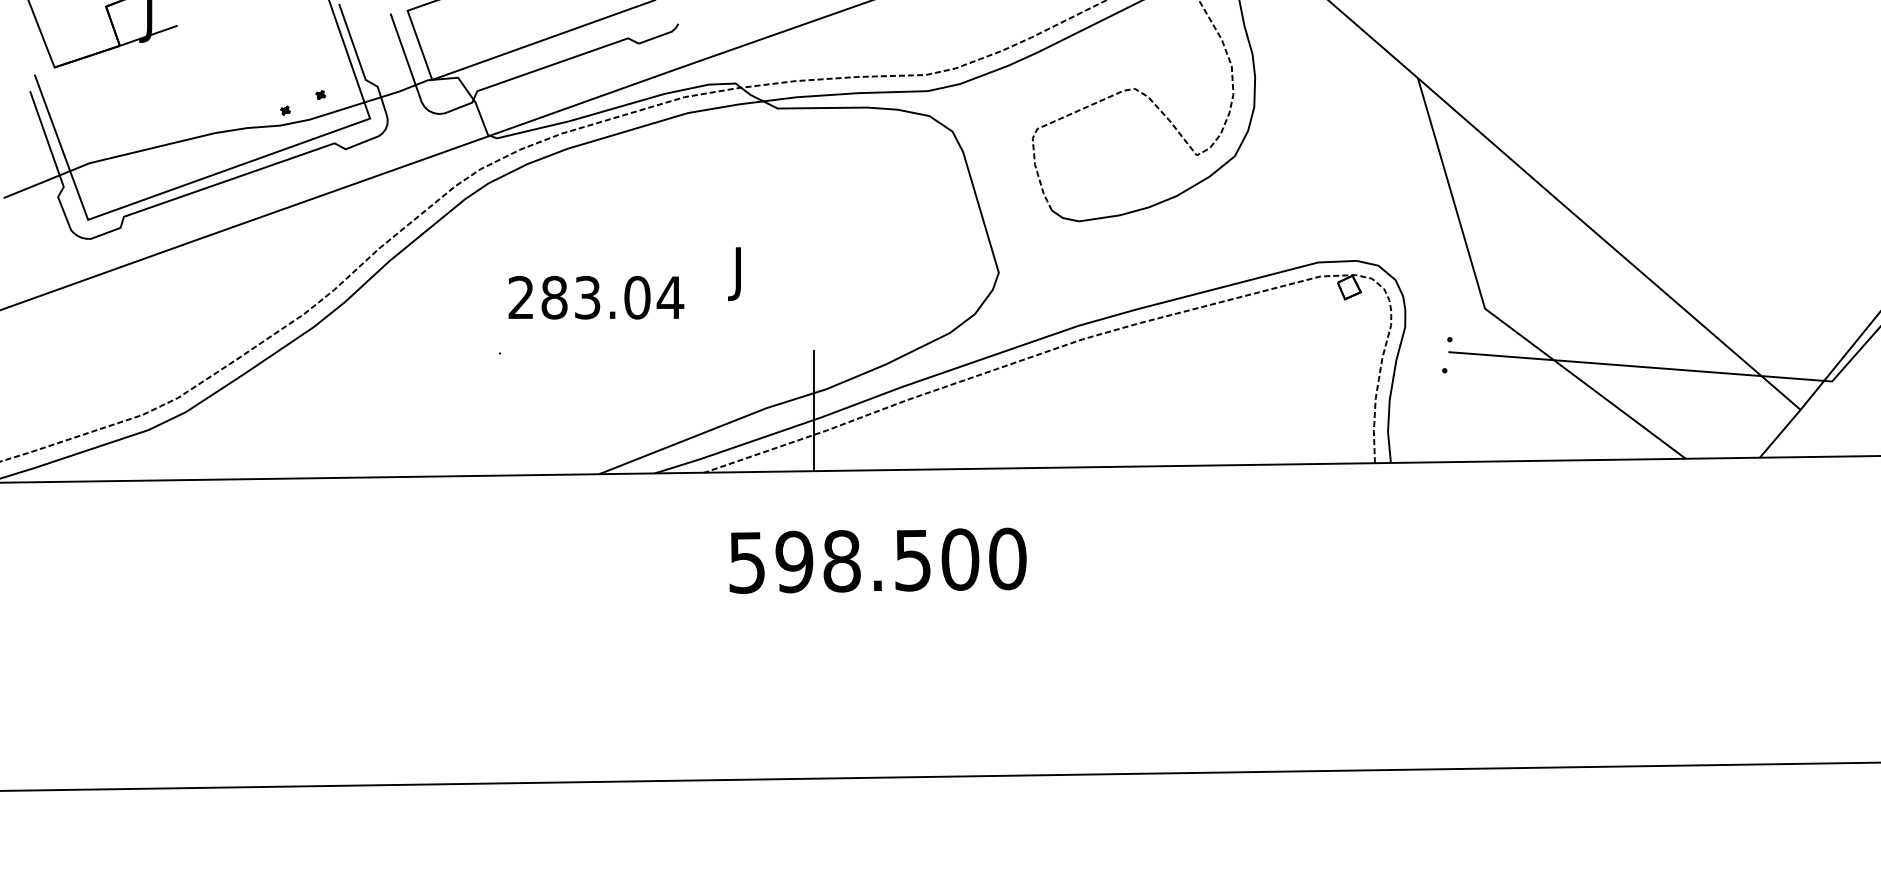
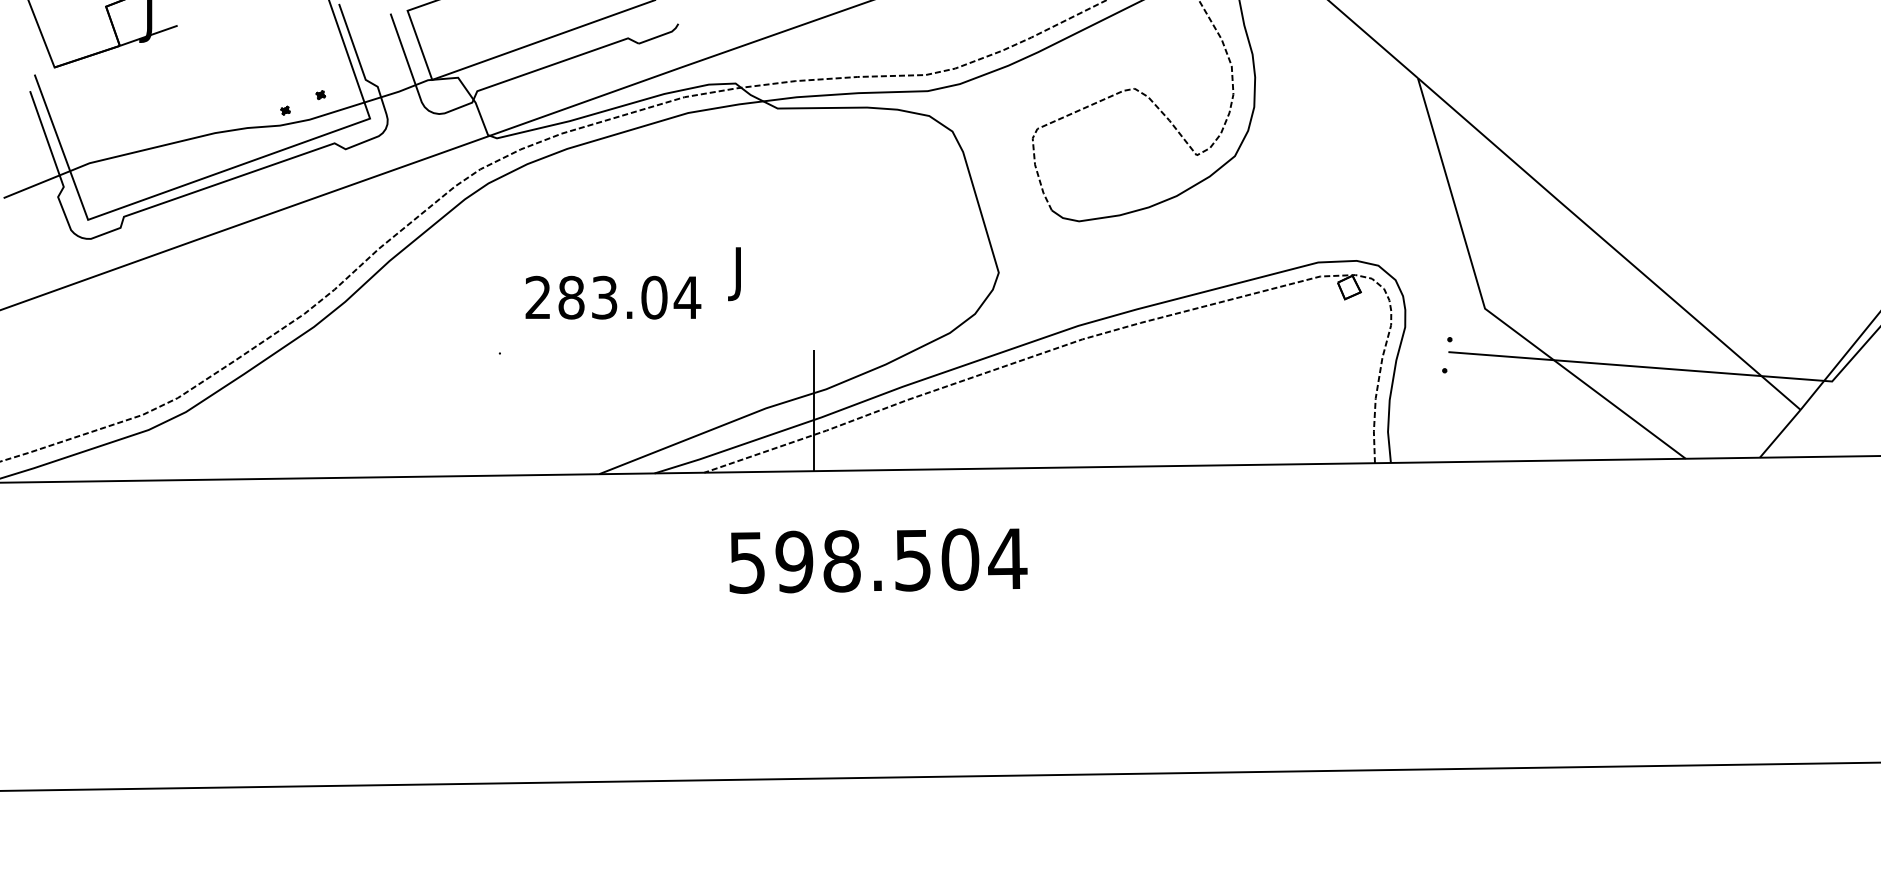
text at (596, 297) position: (596, 297) -> (613, 297)
text at (1007, 558): 598.500 -> 598.504
